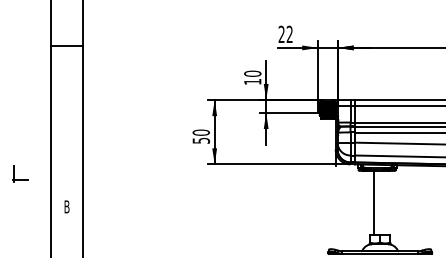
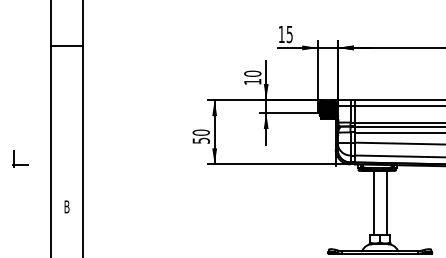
text at (285, 34): 22 -> 15
part at (20, 173) position: (20, 173) -> (20, 158)
line at (386, 202): none -> present
